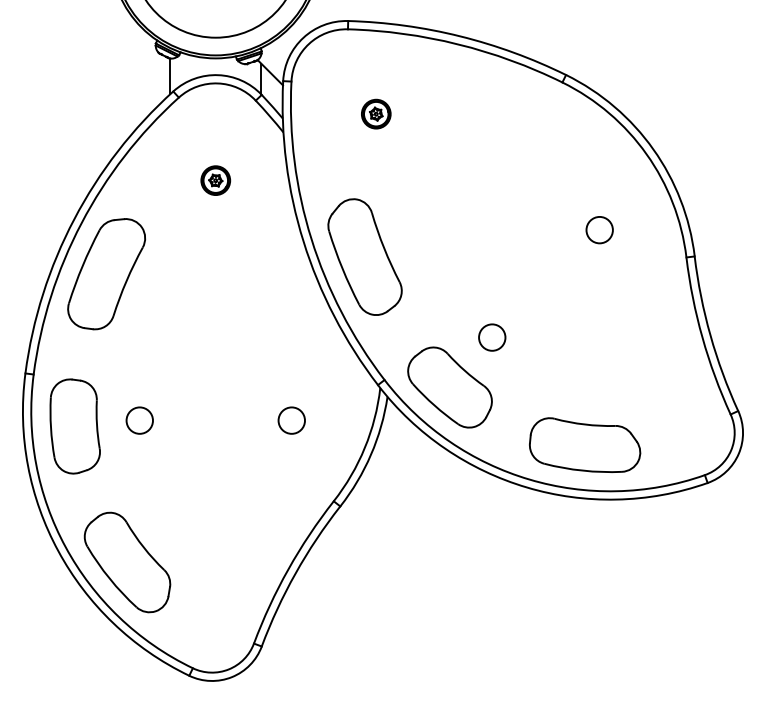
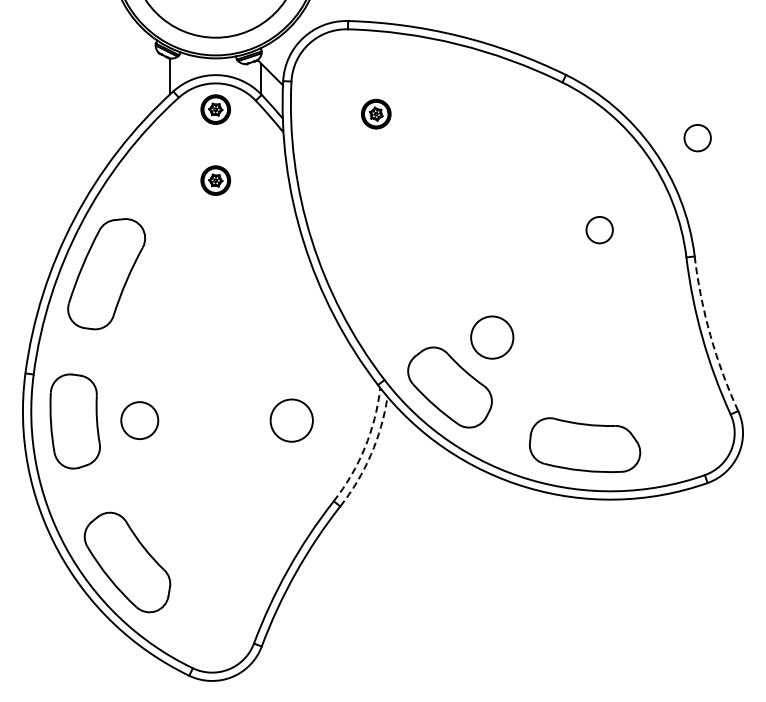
part at (215, 109): none -> present
circle at (697, 138): none -> present
part at (364, 256): present -> none
arc at (710, 335): solid -> dashed
circle at (492, 337) diameter: 26 px -> 42 px
circle at (139, 420) diameter: 26 px -> 37 px
circle at (291, 420) diameter: 26 px -> 42 px
part at (74, 426) position: (74, 426) -> (74, 421)
arc at (364, 447): solid -> dashed
arc at (371, 454): solid -> dashed
